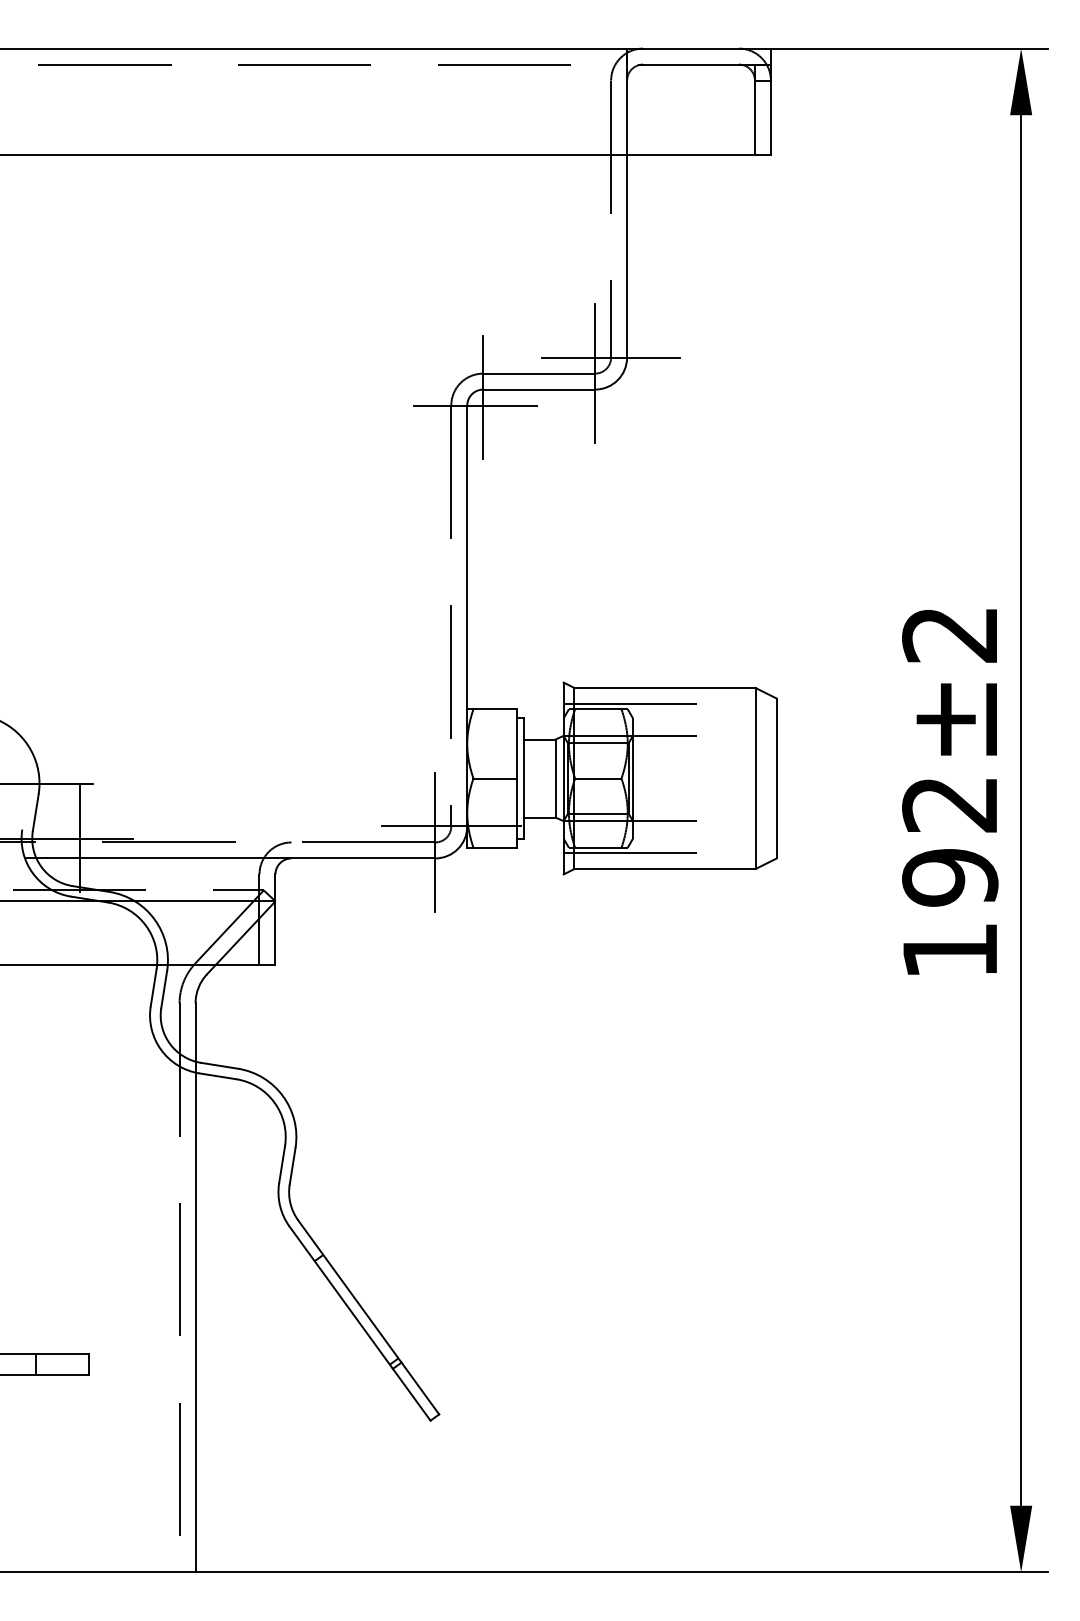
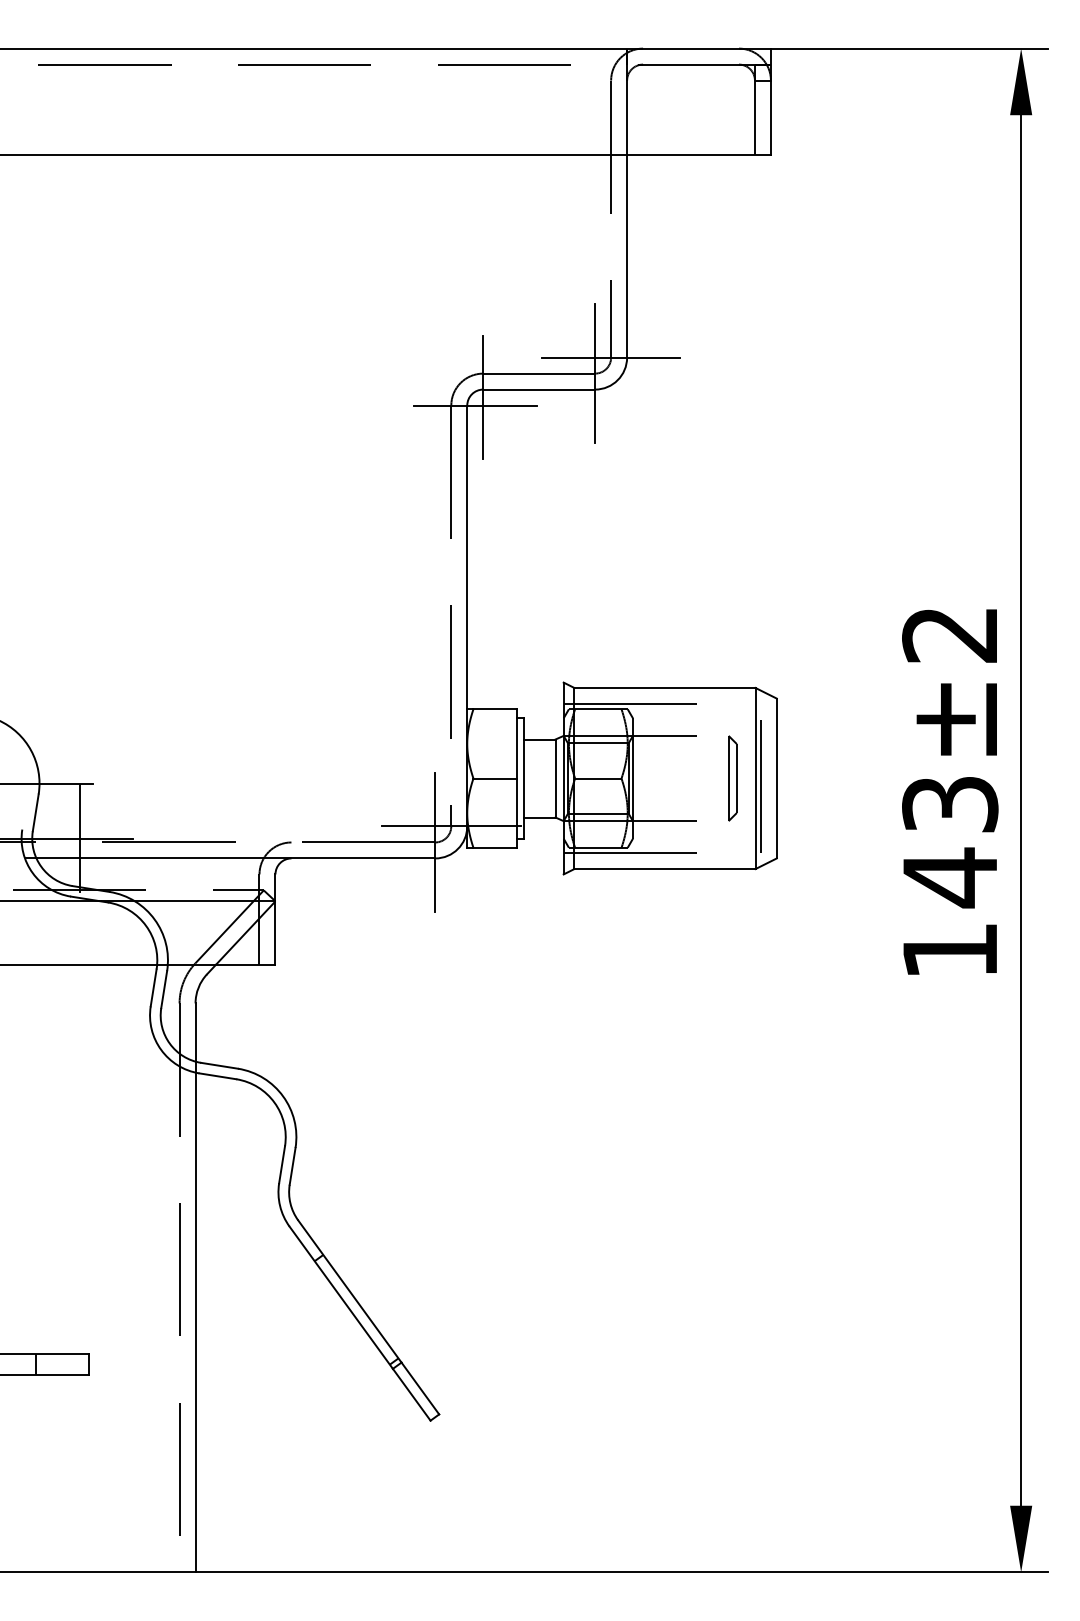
part at (732, 778): none -> present
line at (760, 778): none -> present
text at (950, 842): 192 -> 143
